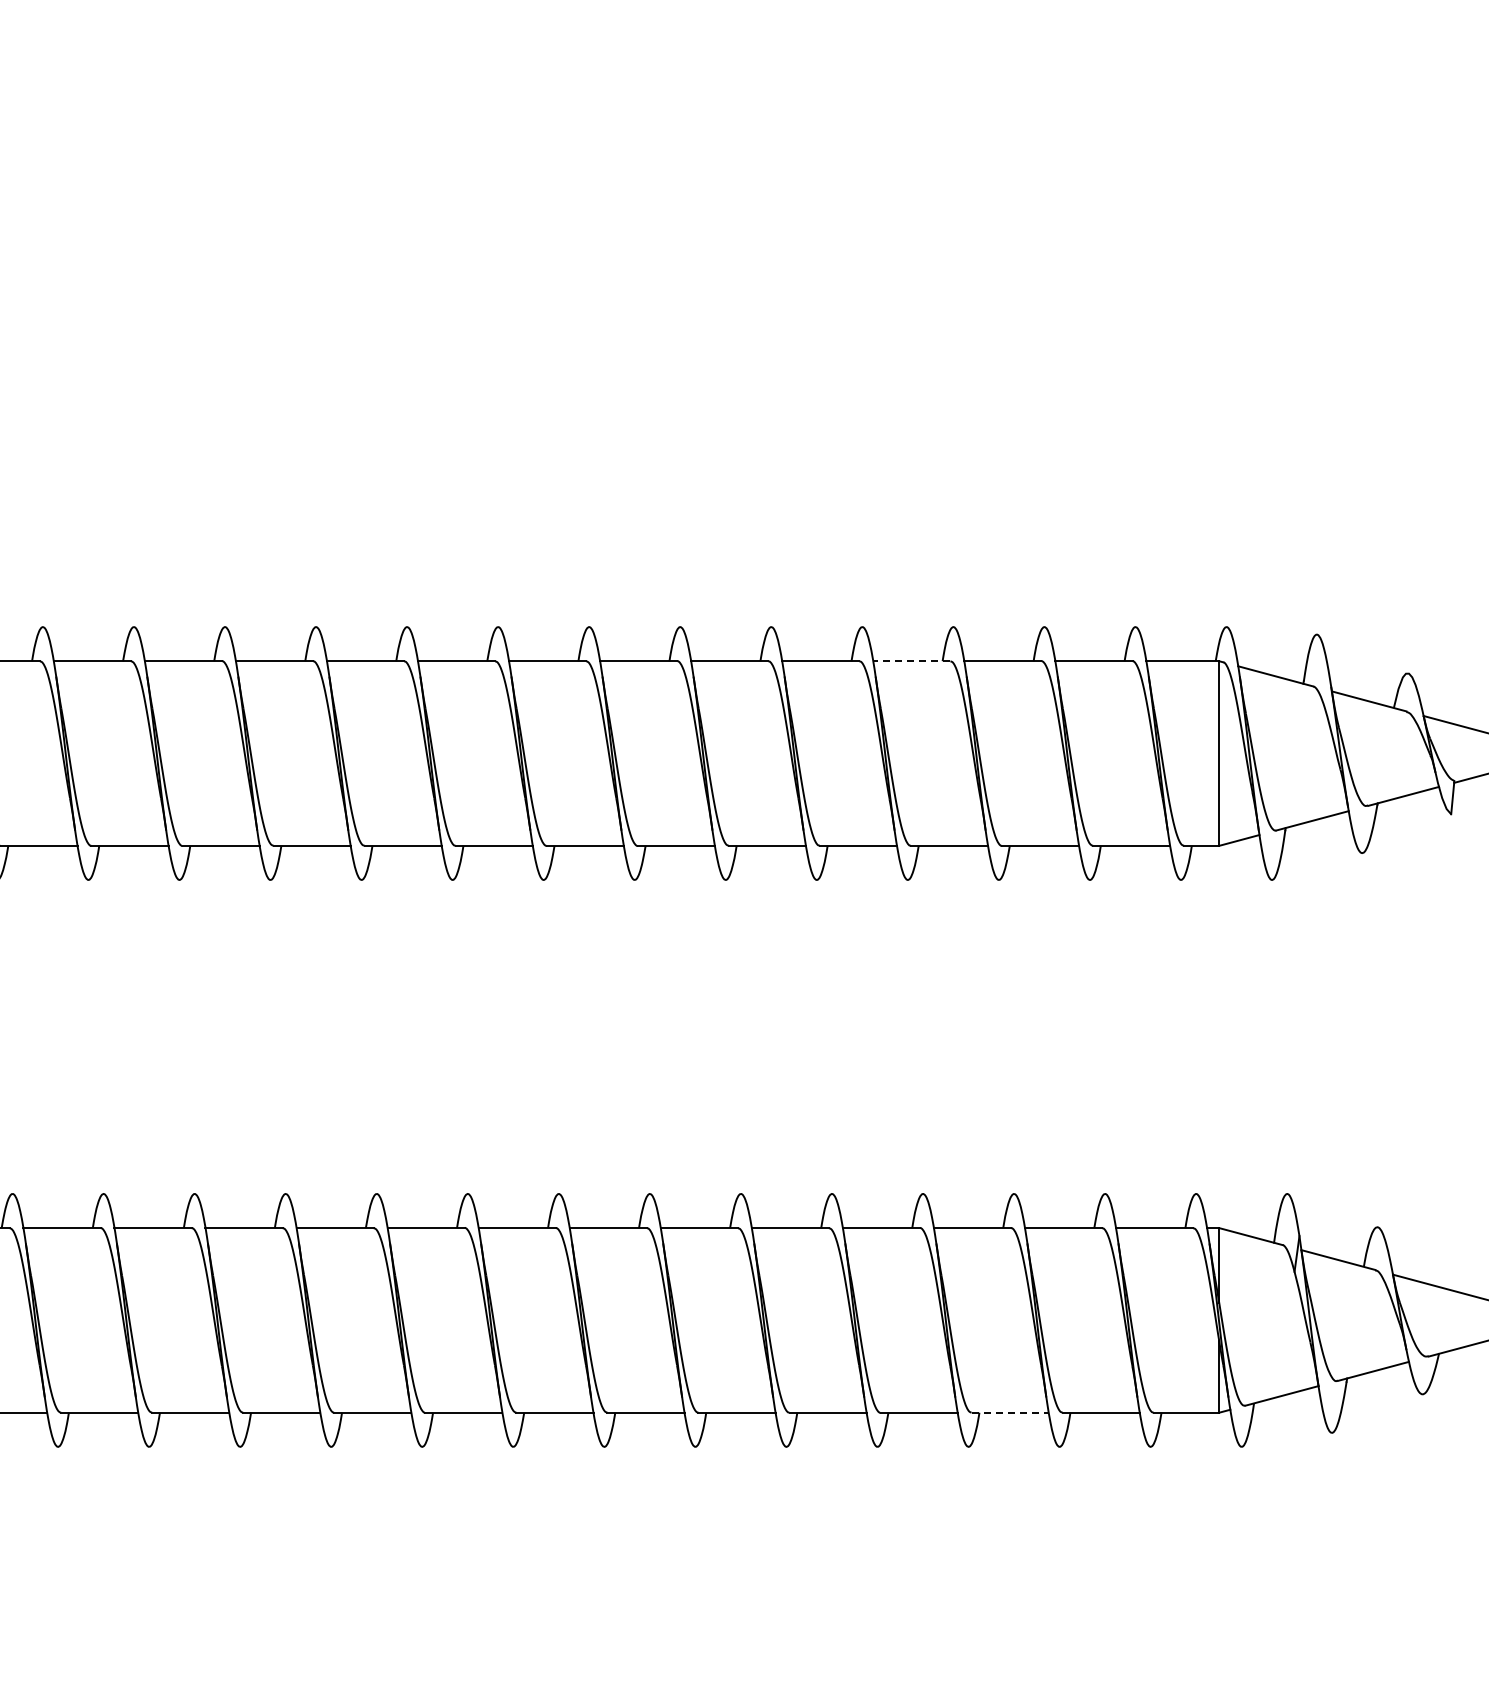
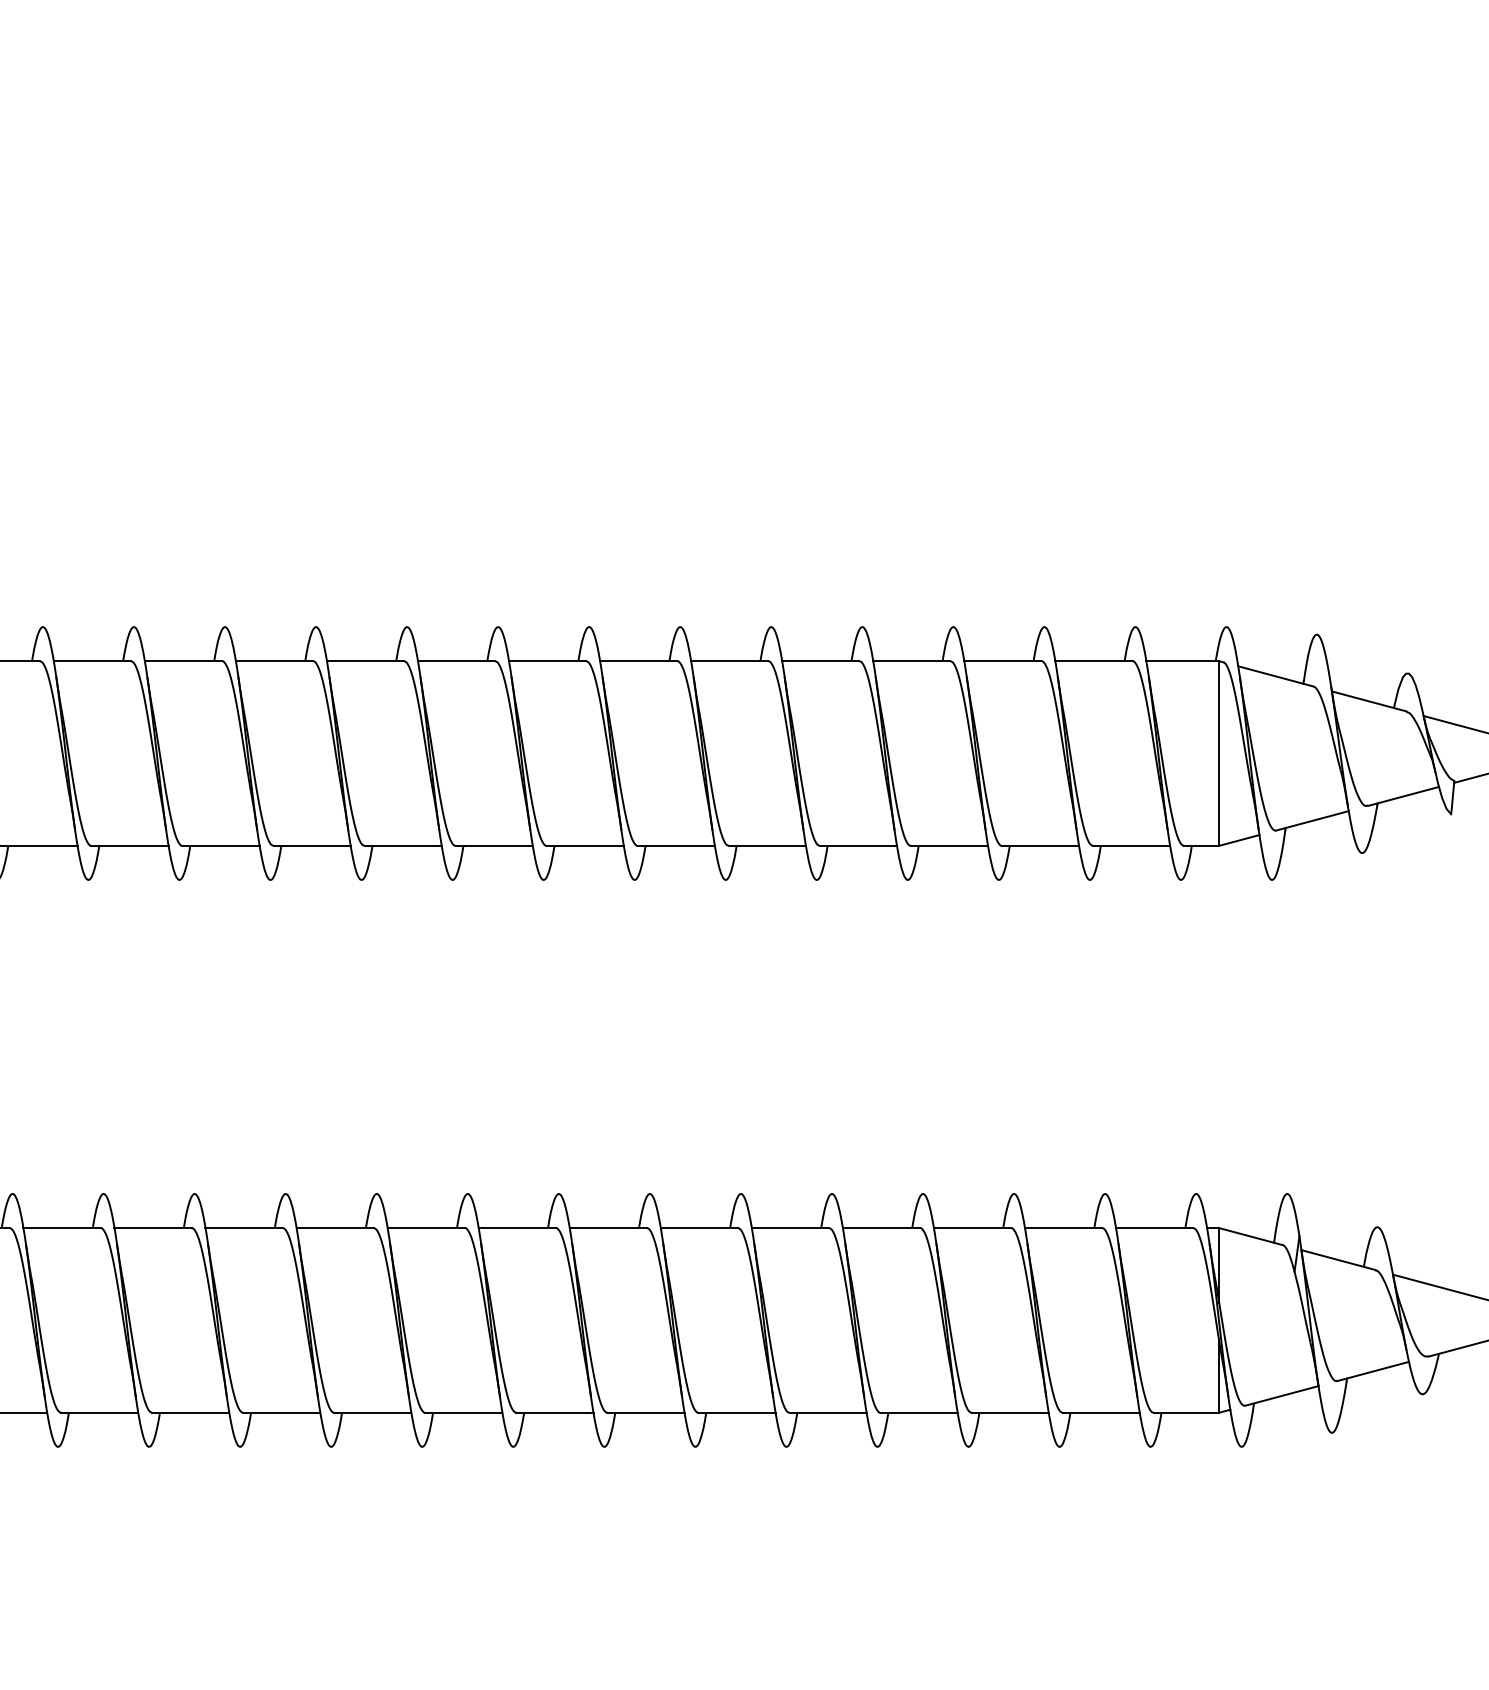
line at (911, 661): dashed -> solid
line at (1010, 1412): dashed -> solid
